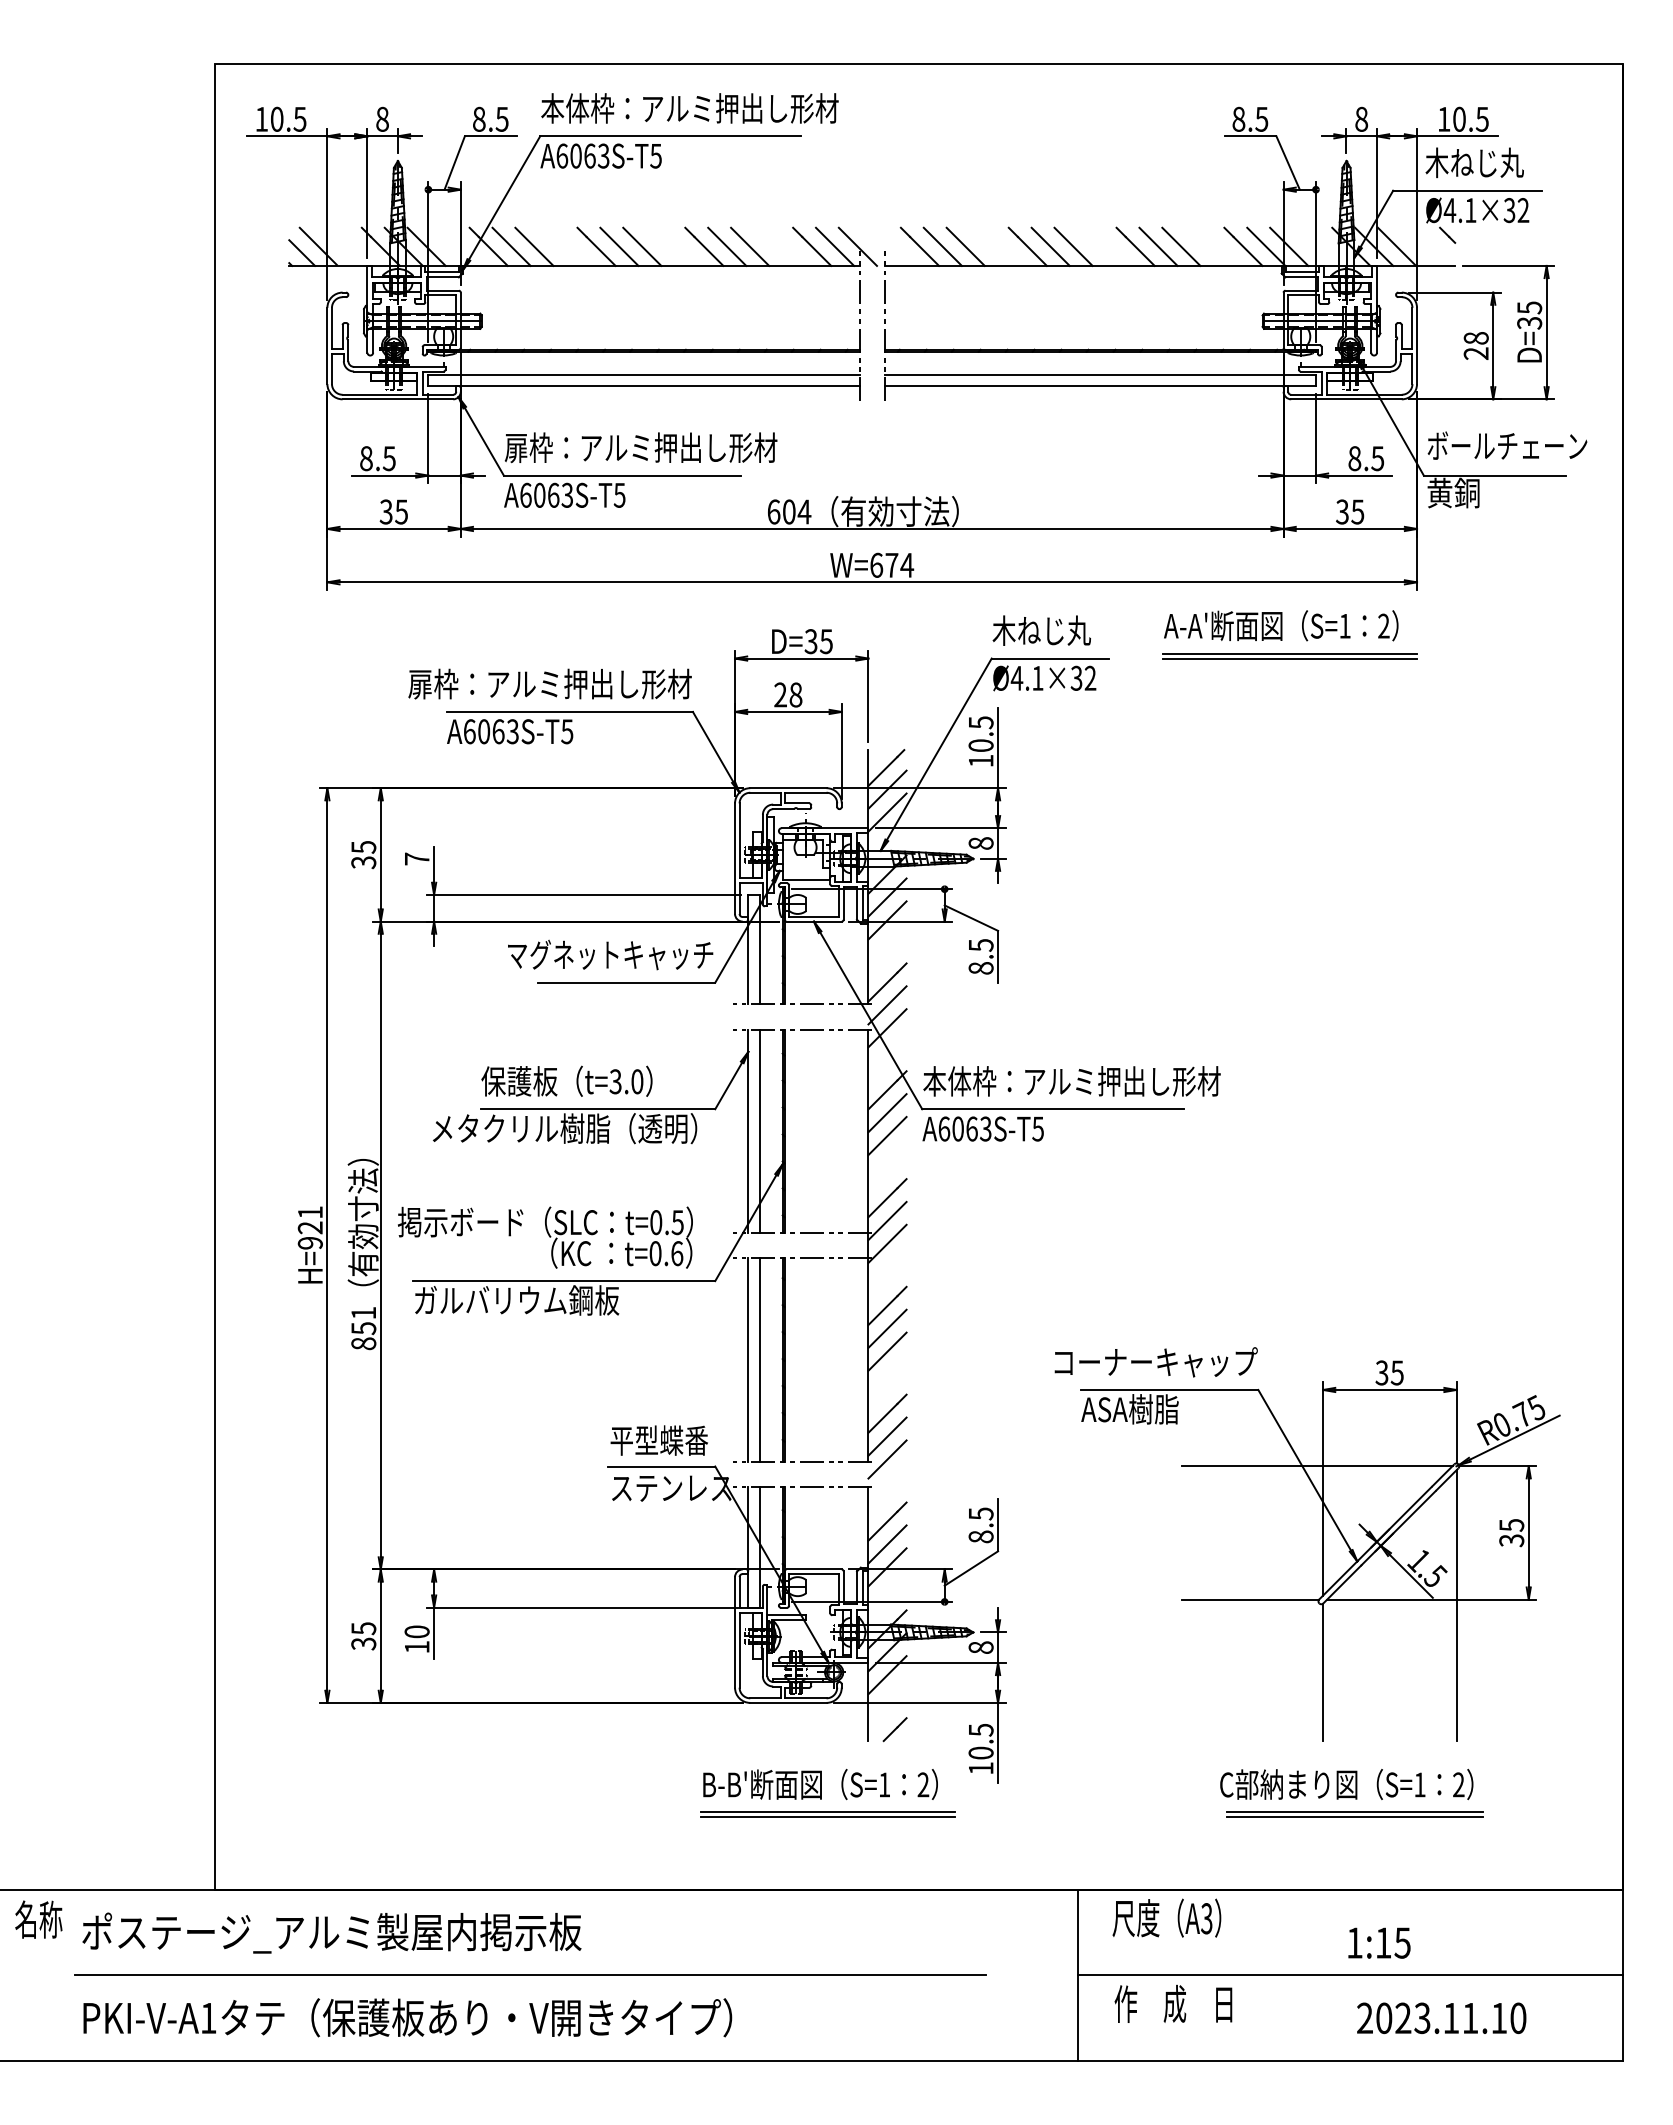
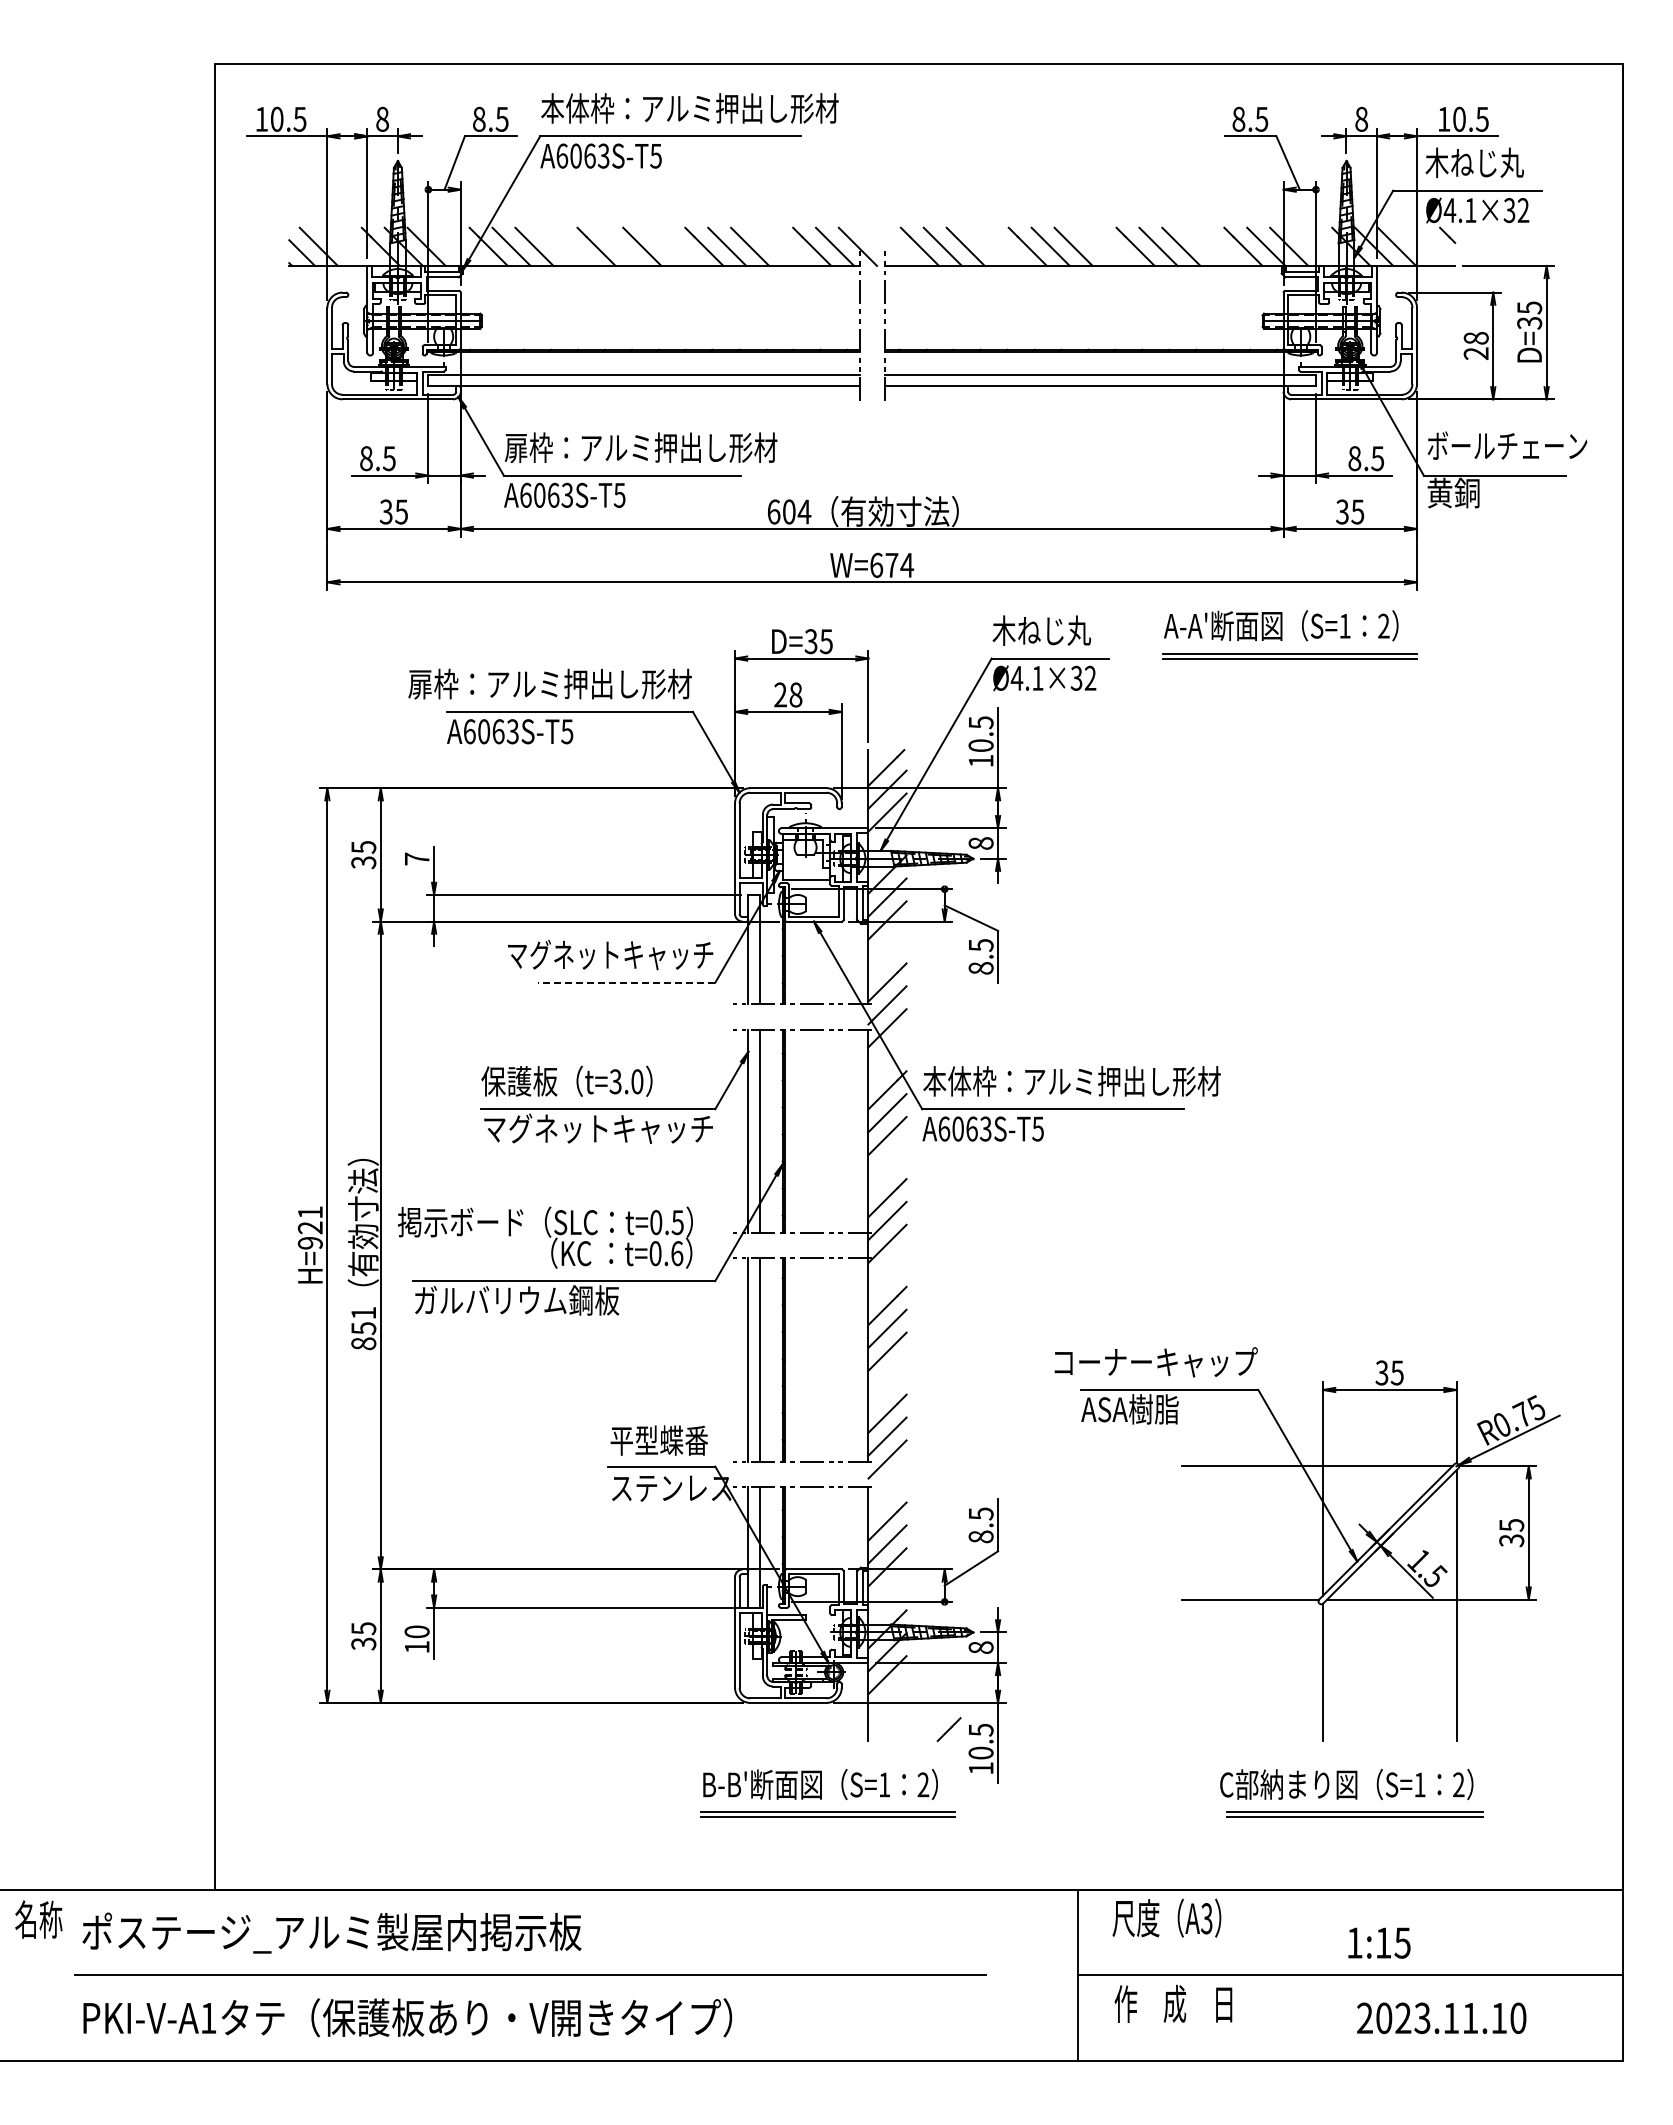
line at (619, 246): present -> none
line at (626, 982): solid -> dashed
text at (572, 1128): メタクリル樹脂（透明） -> マグネットキャッチ
line at (894, 1729) position: (894, 1729) -> (948, 1729)
